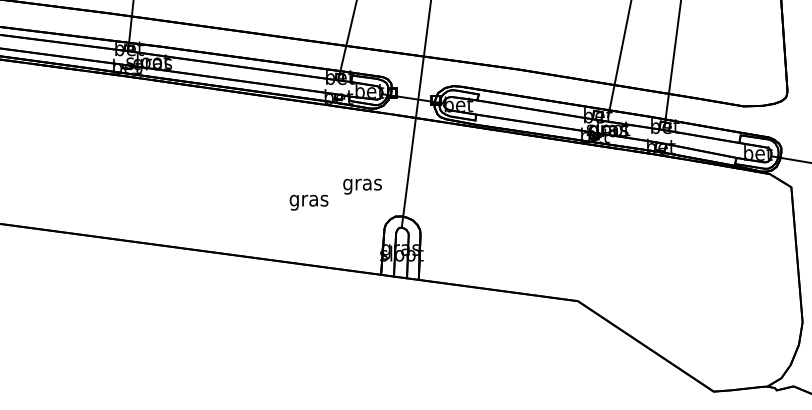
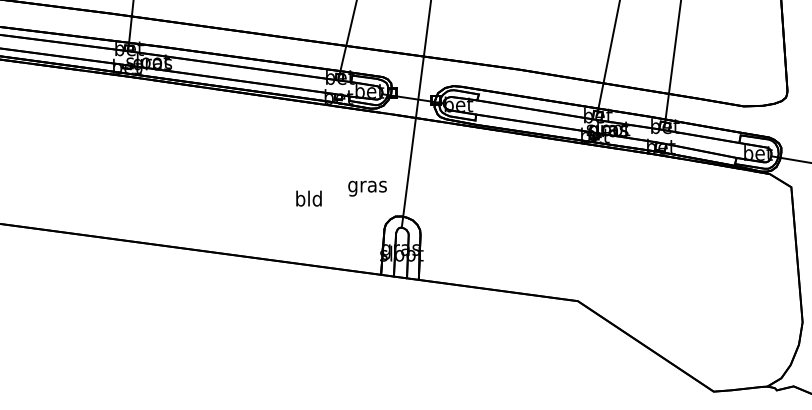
line at (619, 59) position: (619, 59) -> (608, 58)
text at (362, 186) position: (362, 186) -> (367, 188)
text at (308, 200): gras -> bld
